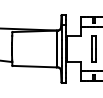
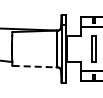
line at (34, 66): solid -> dashed
